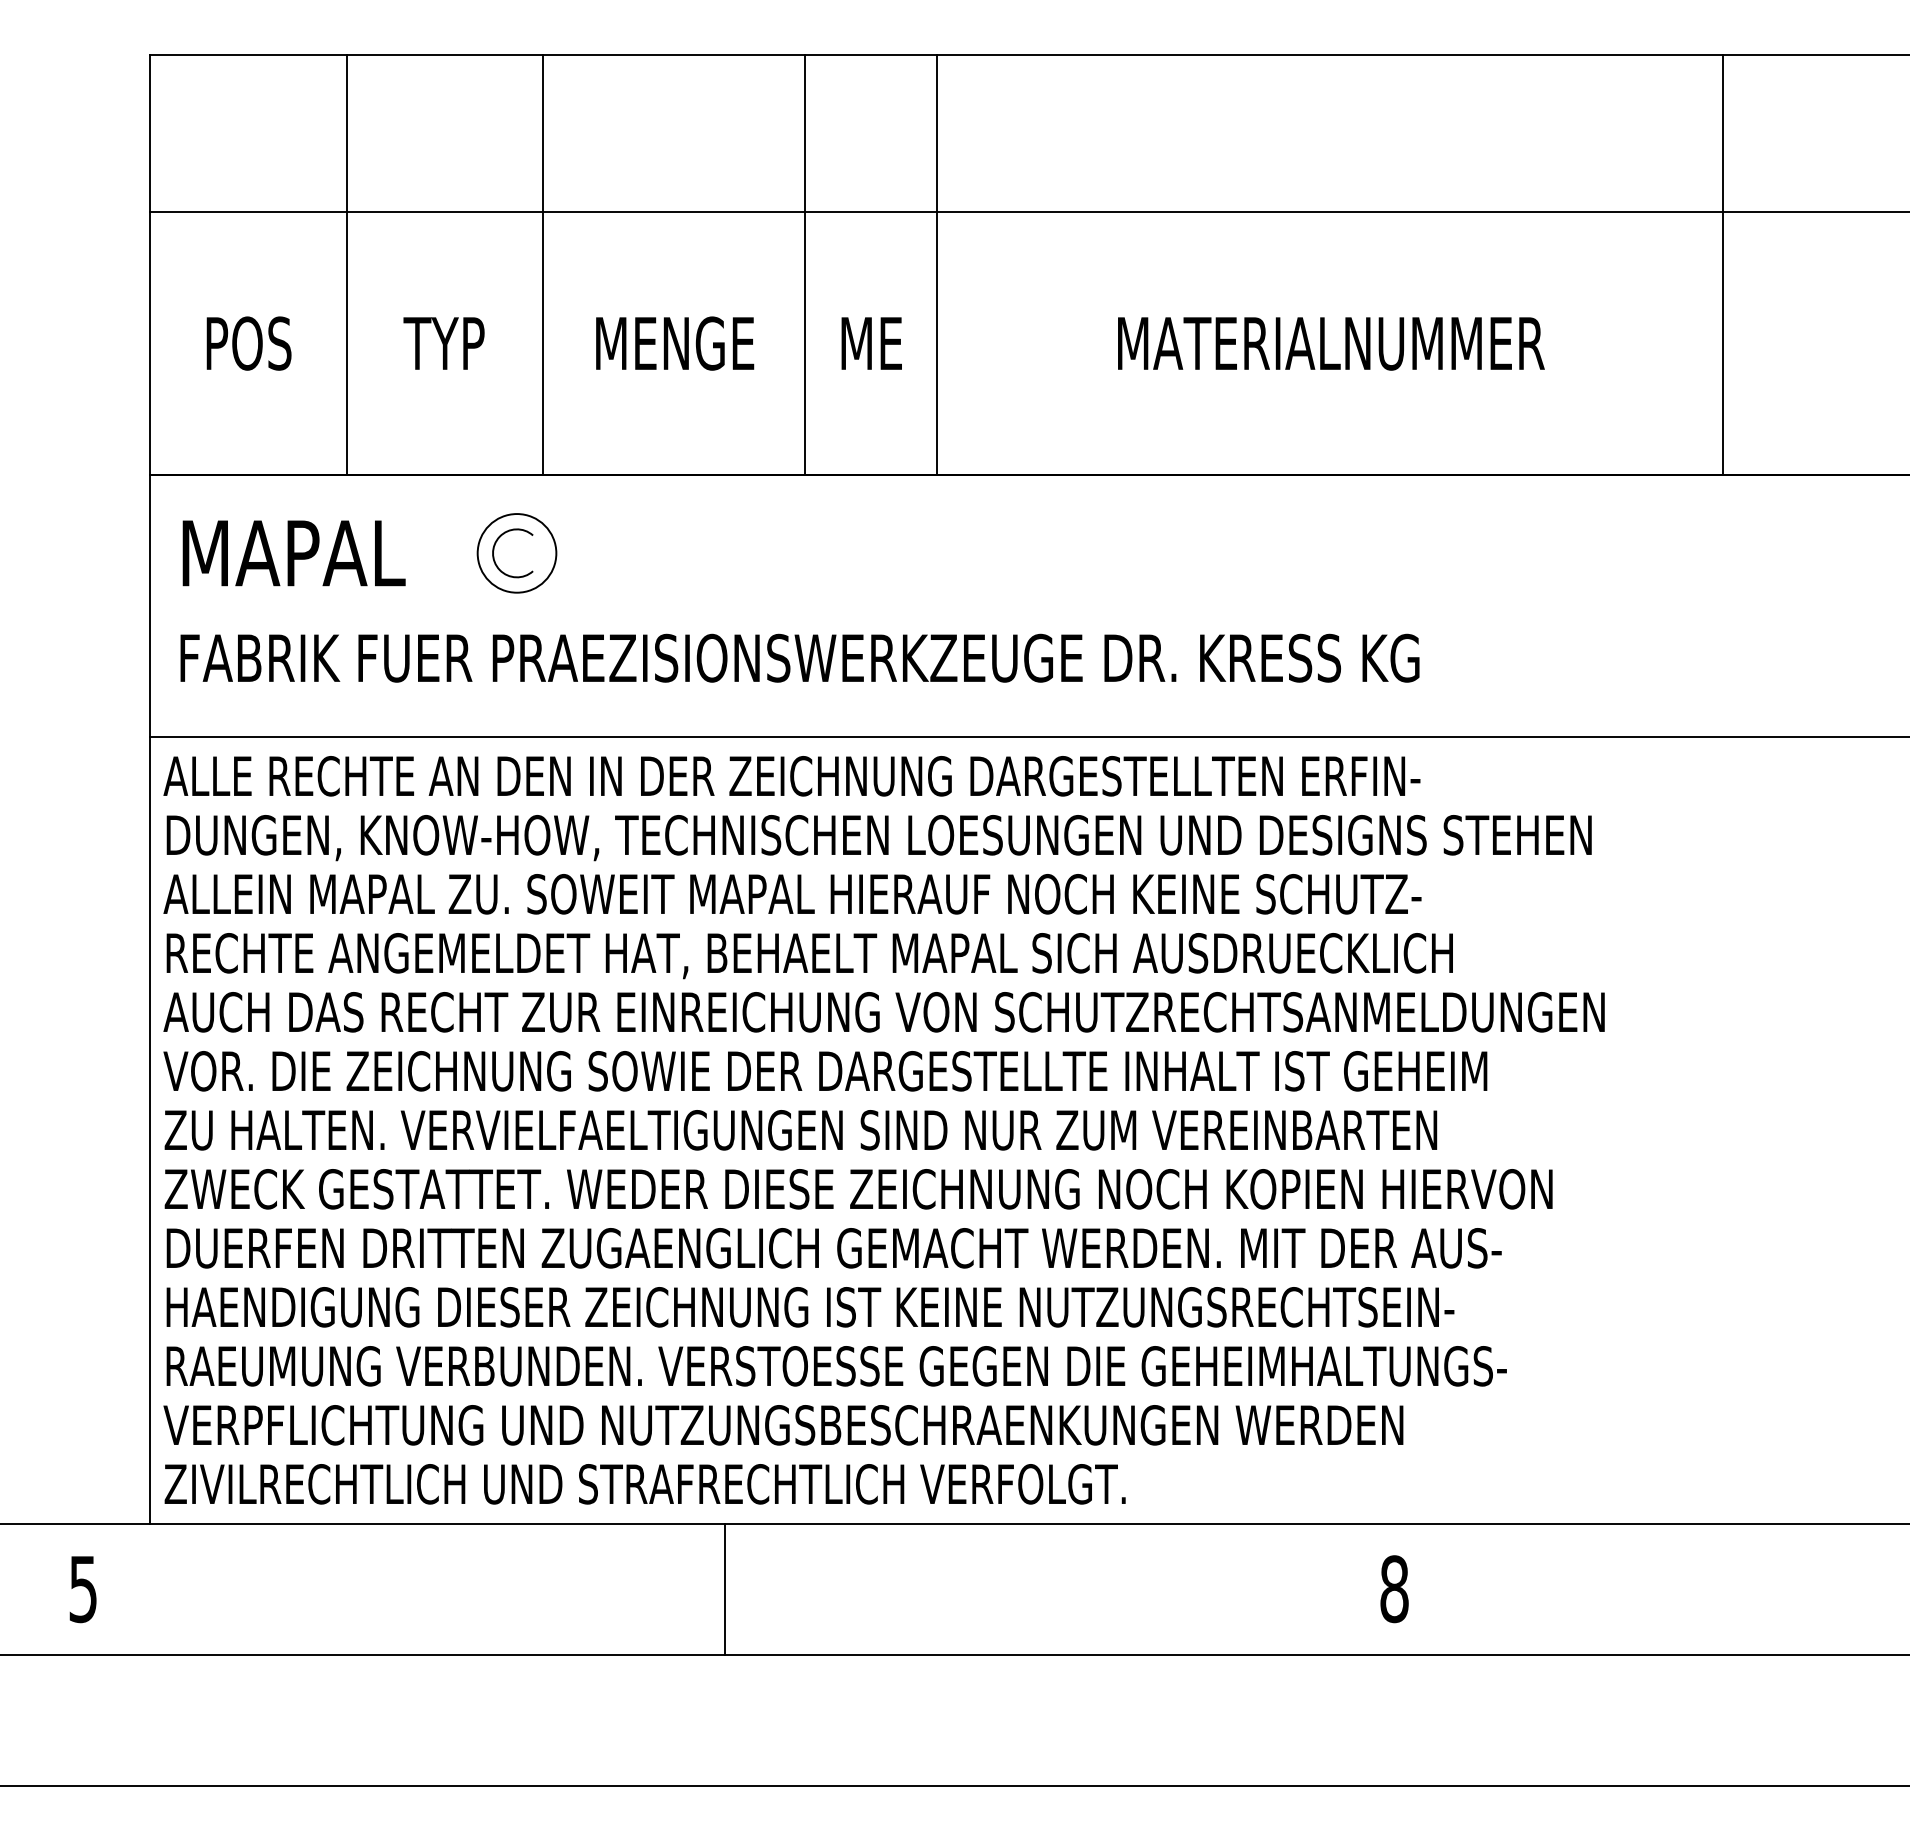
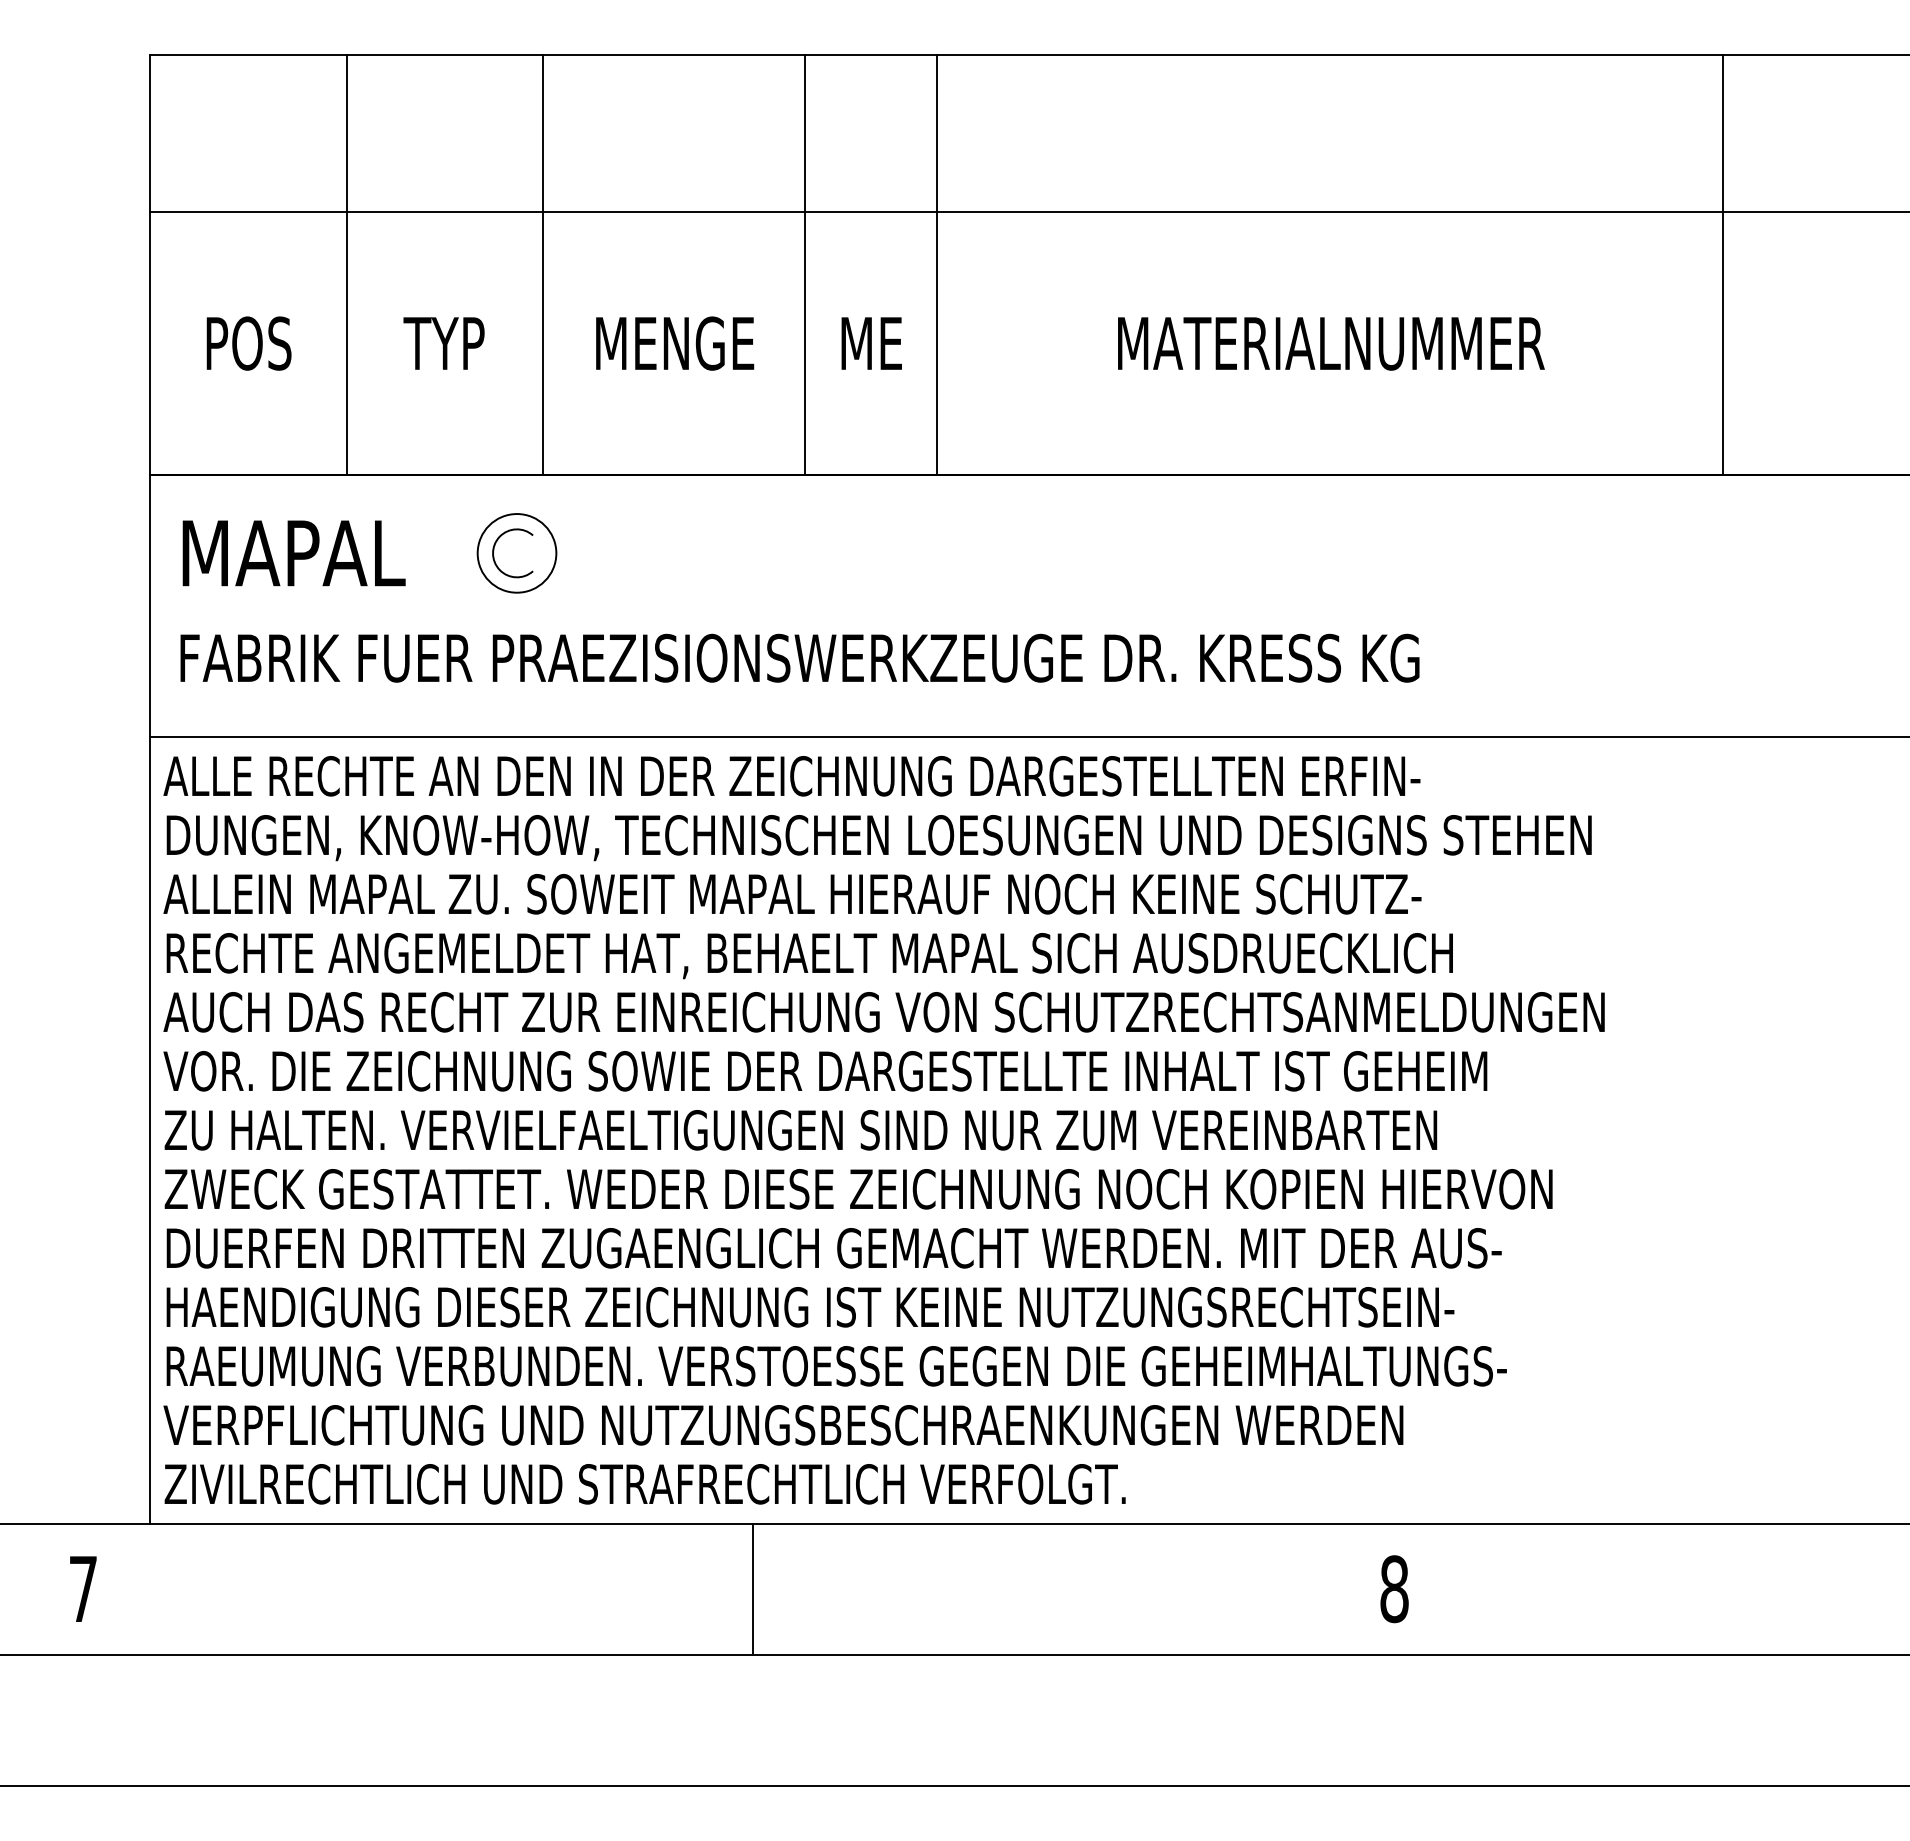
line at (725, 1588) position: (725, 1588) -> (753, 1588)
text at (82, 1589): 5 -> 7
